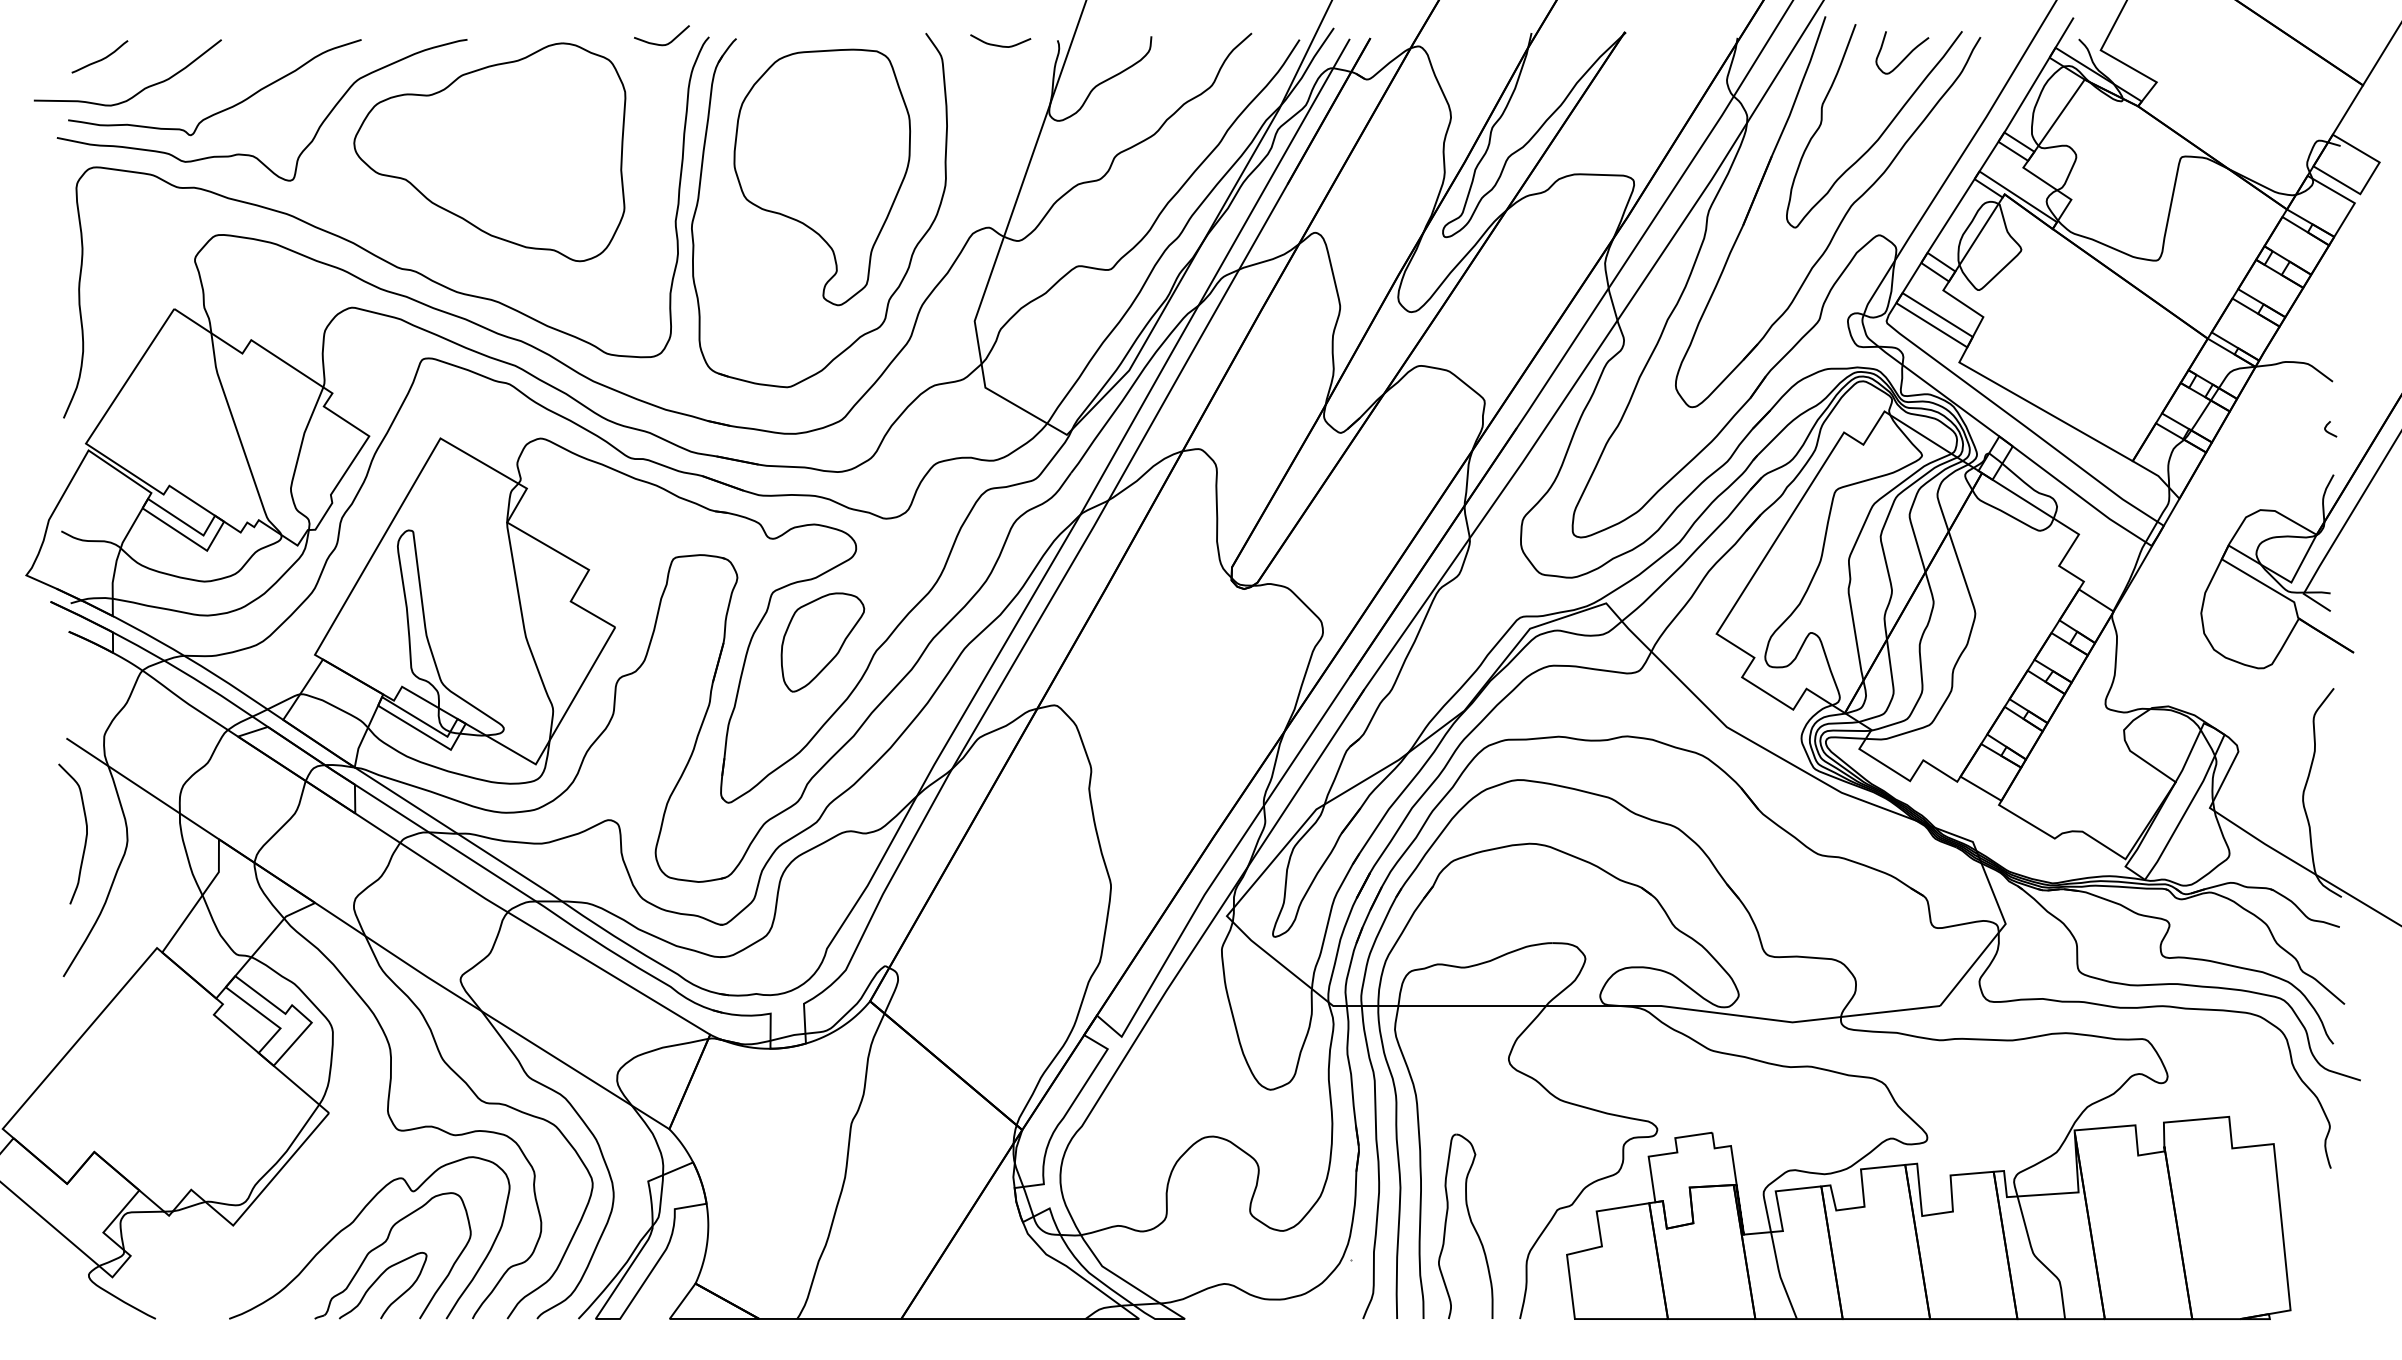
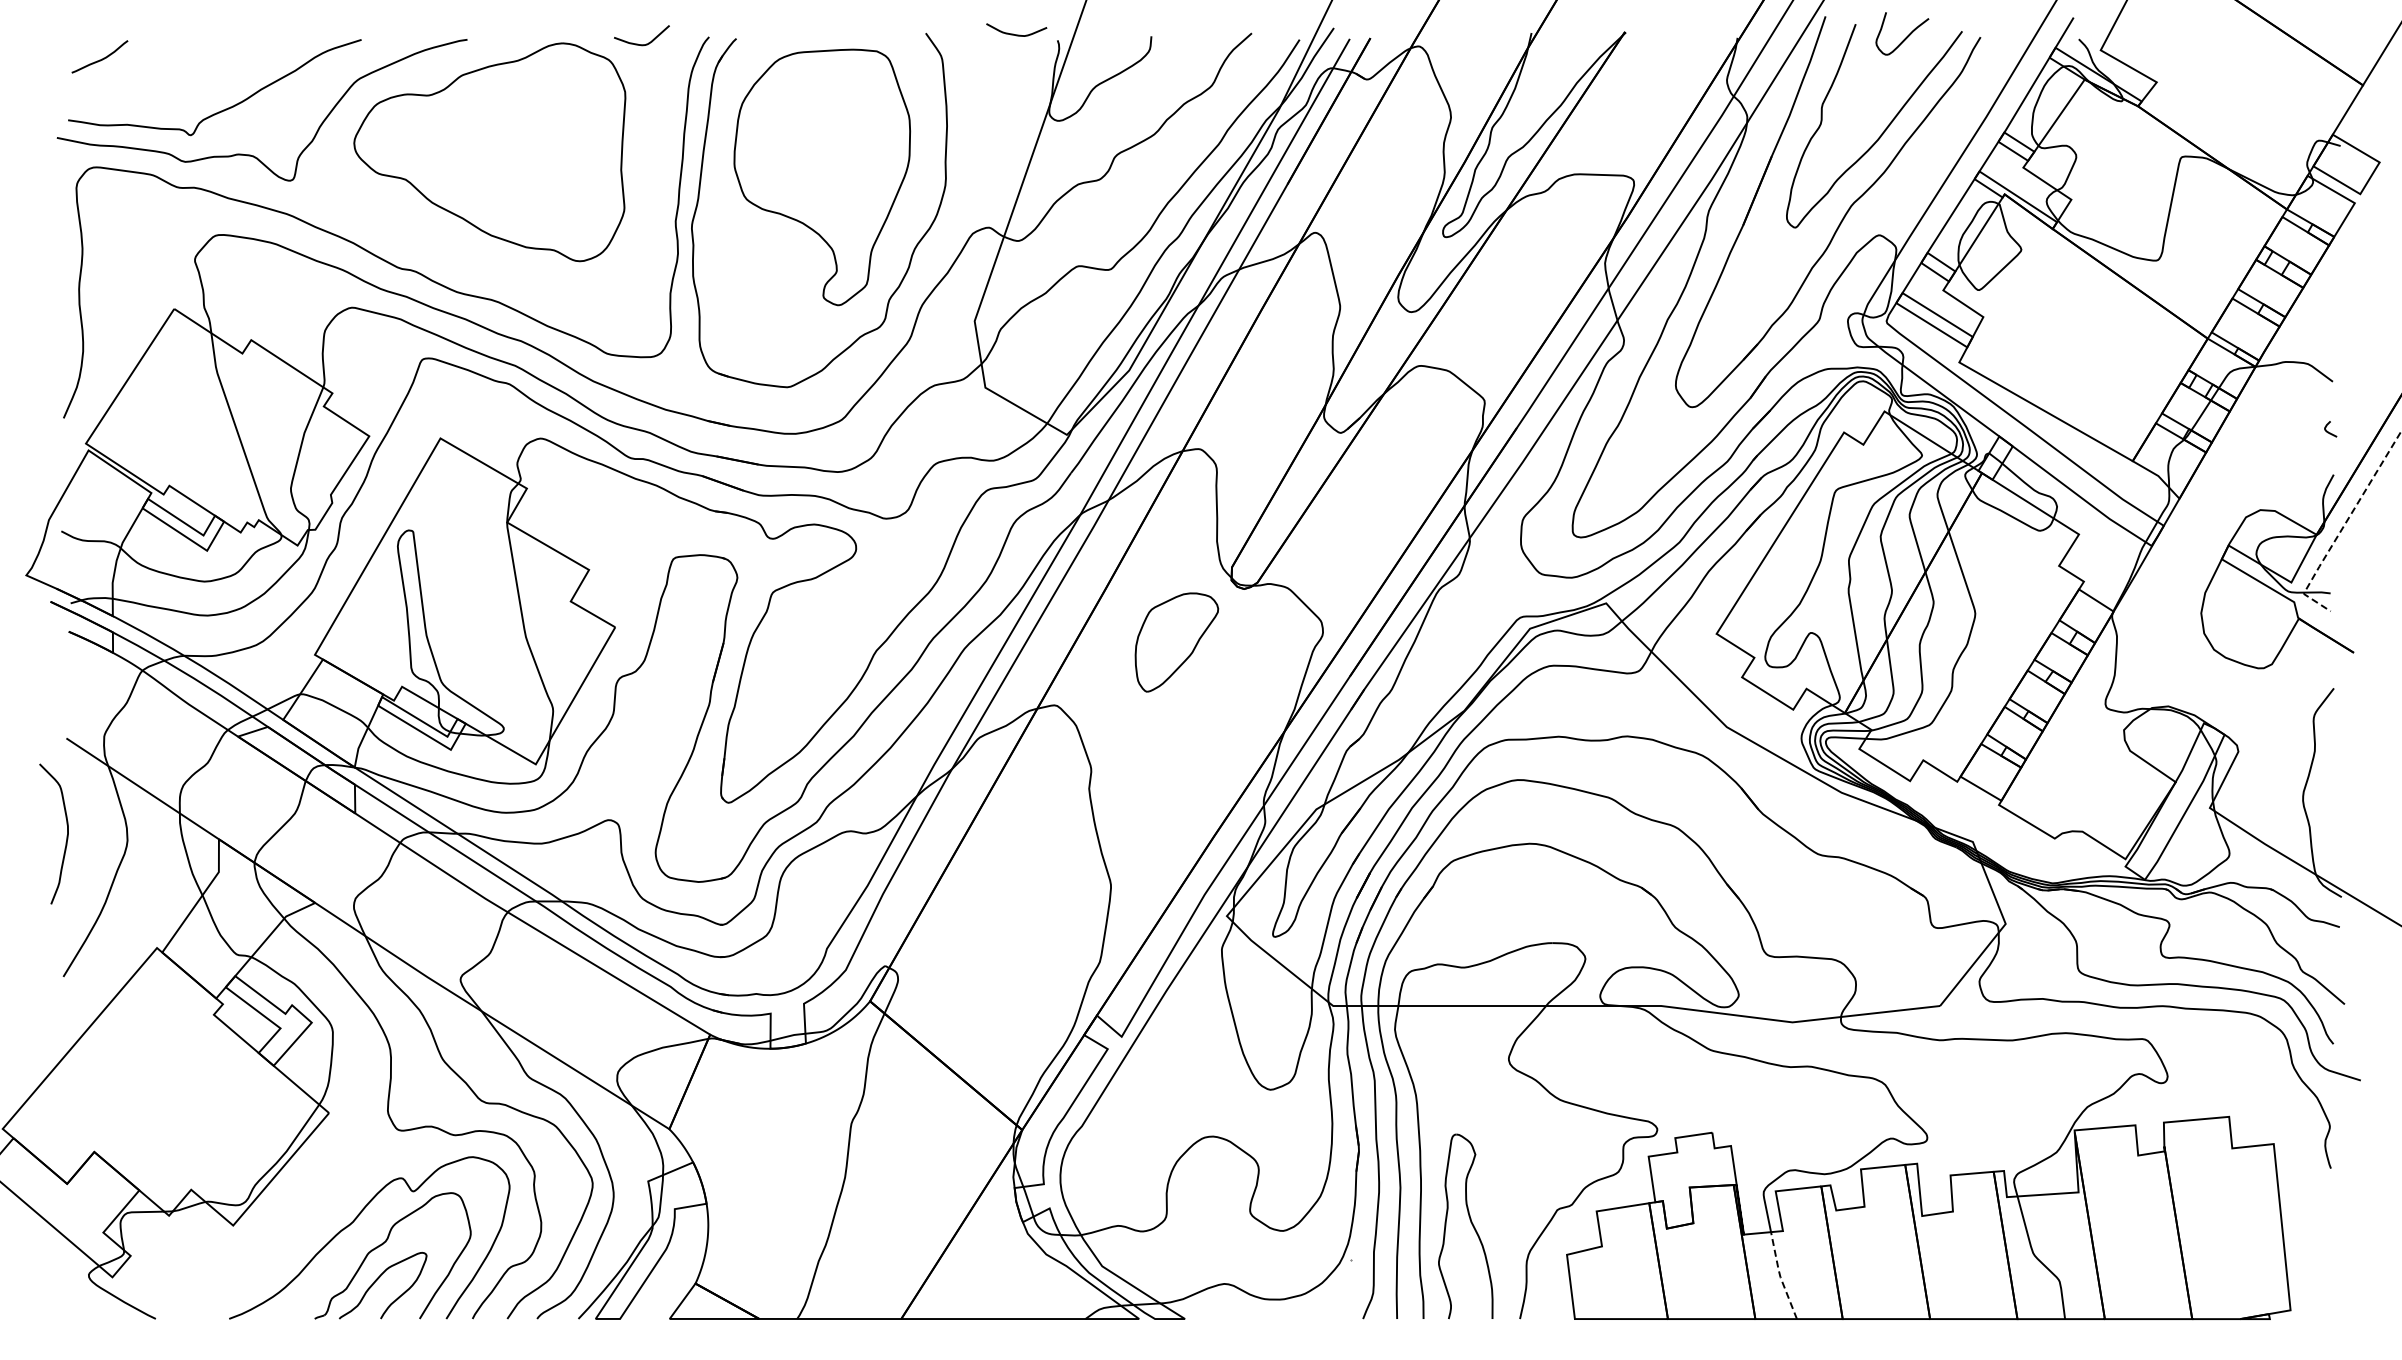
curve at (657, 43) position: (657, 43) -> (637, 43)
curve at (997, 44) position: (997, 44) -> (1013, 33)
curve at (1906, 55) position: (1906, 55) -> (1906, 36)
curve at (141, 89): present -> none
line at (2343, 527): solid -> dashed
part at (822, 642) position: (822, 642) -> (1176, 642)
curve at (85, 835) position: (85, 835) -> (66, 835)
line at (1780, 1276): solid -> dashed
